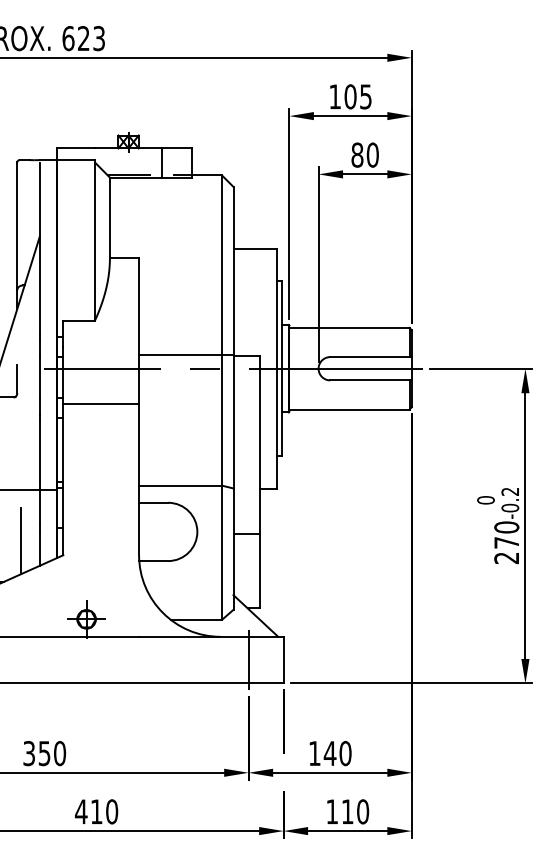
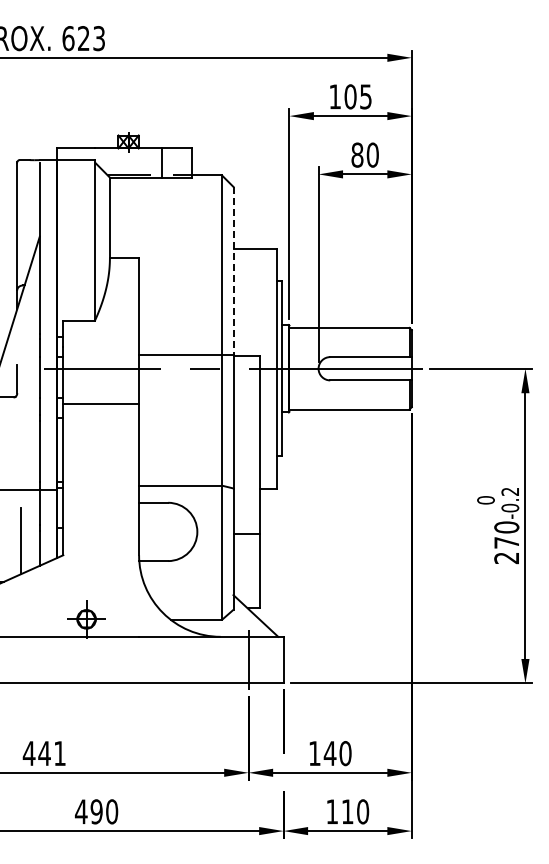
line at (233, 270): solid -> dashed
text at (44, 753): 350 -> 441
text at (96, 811): 410 -> 490
